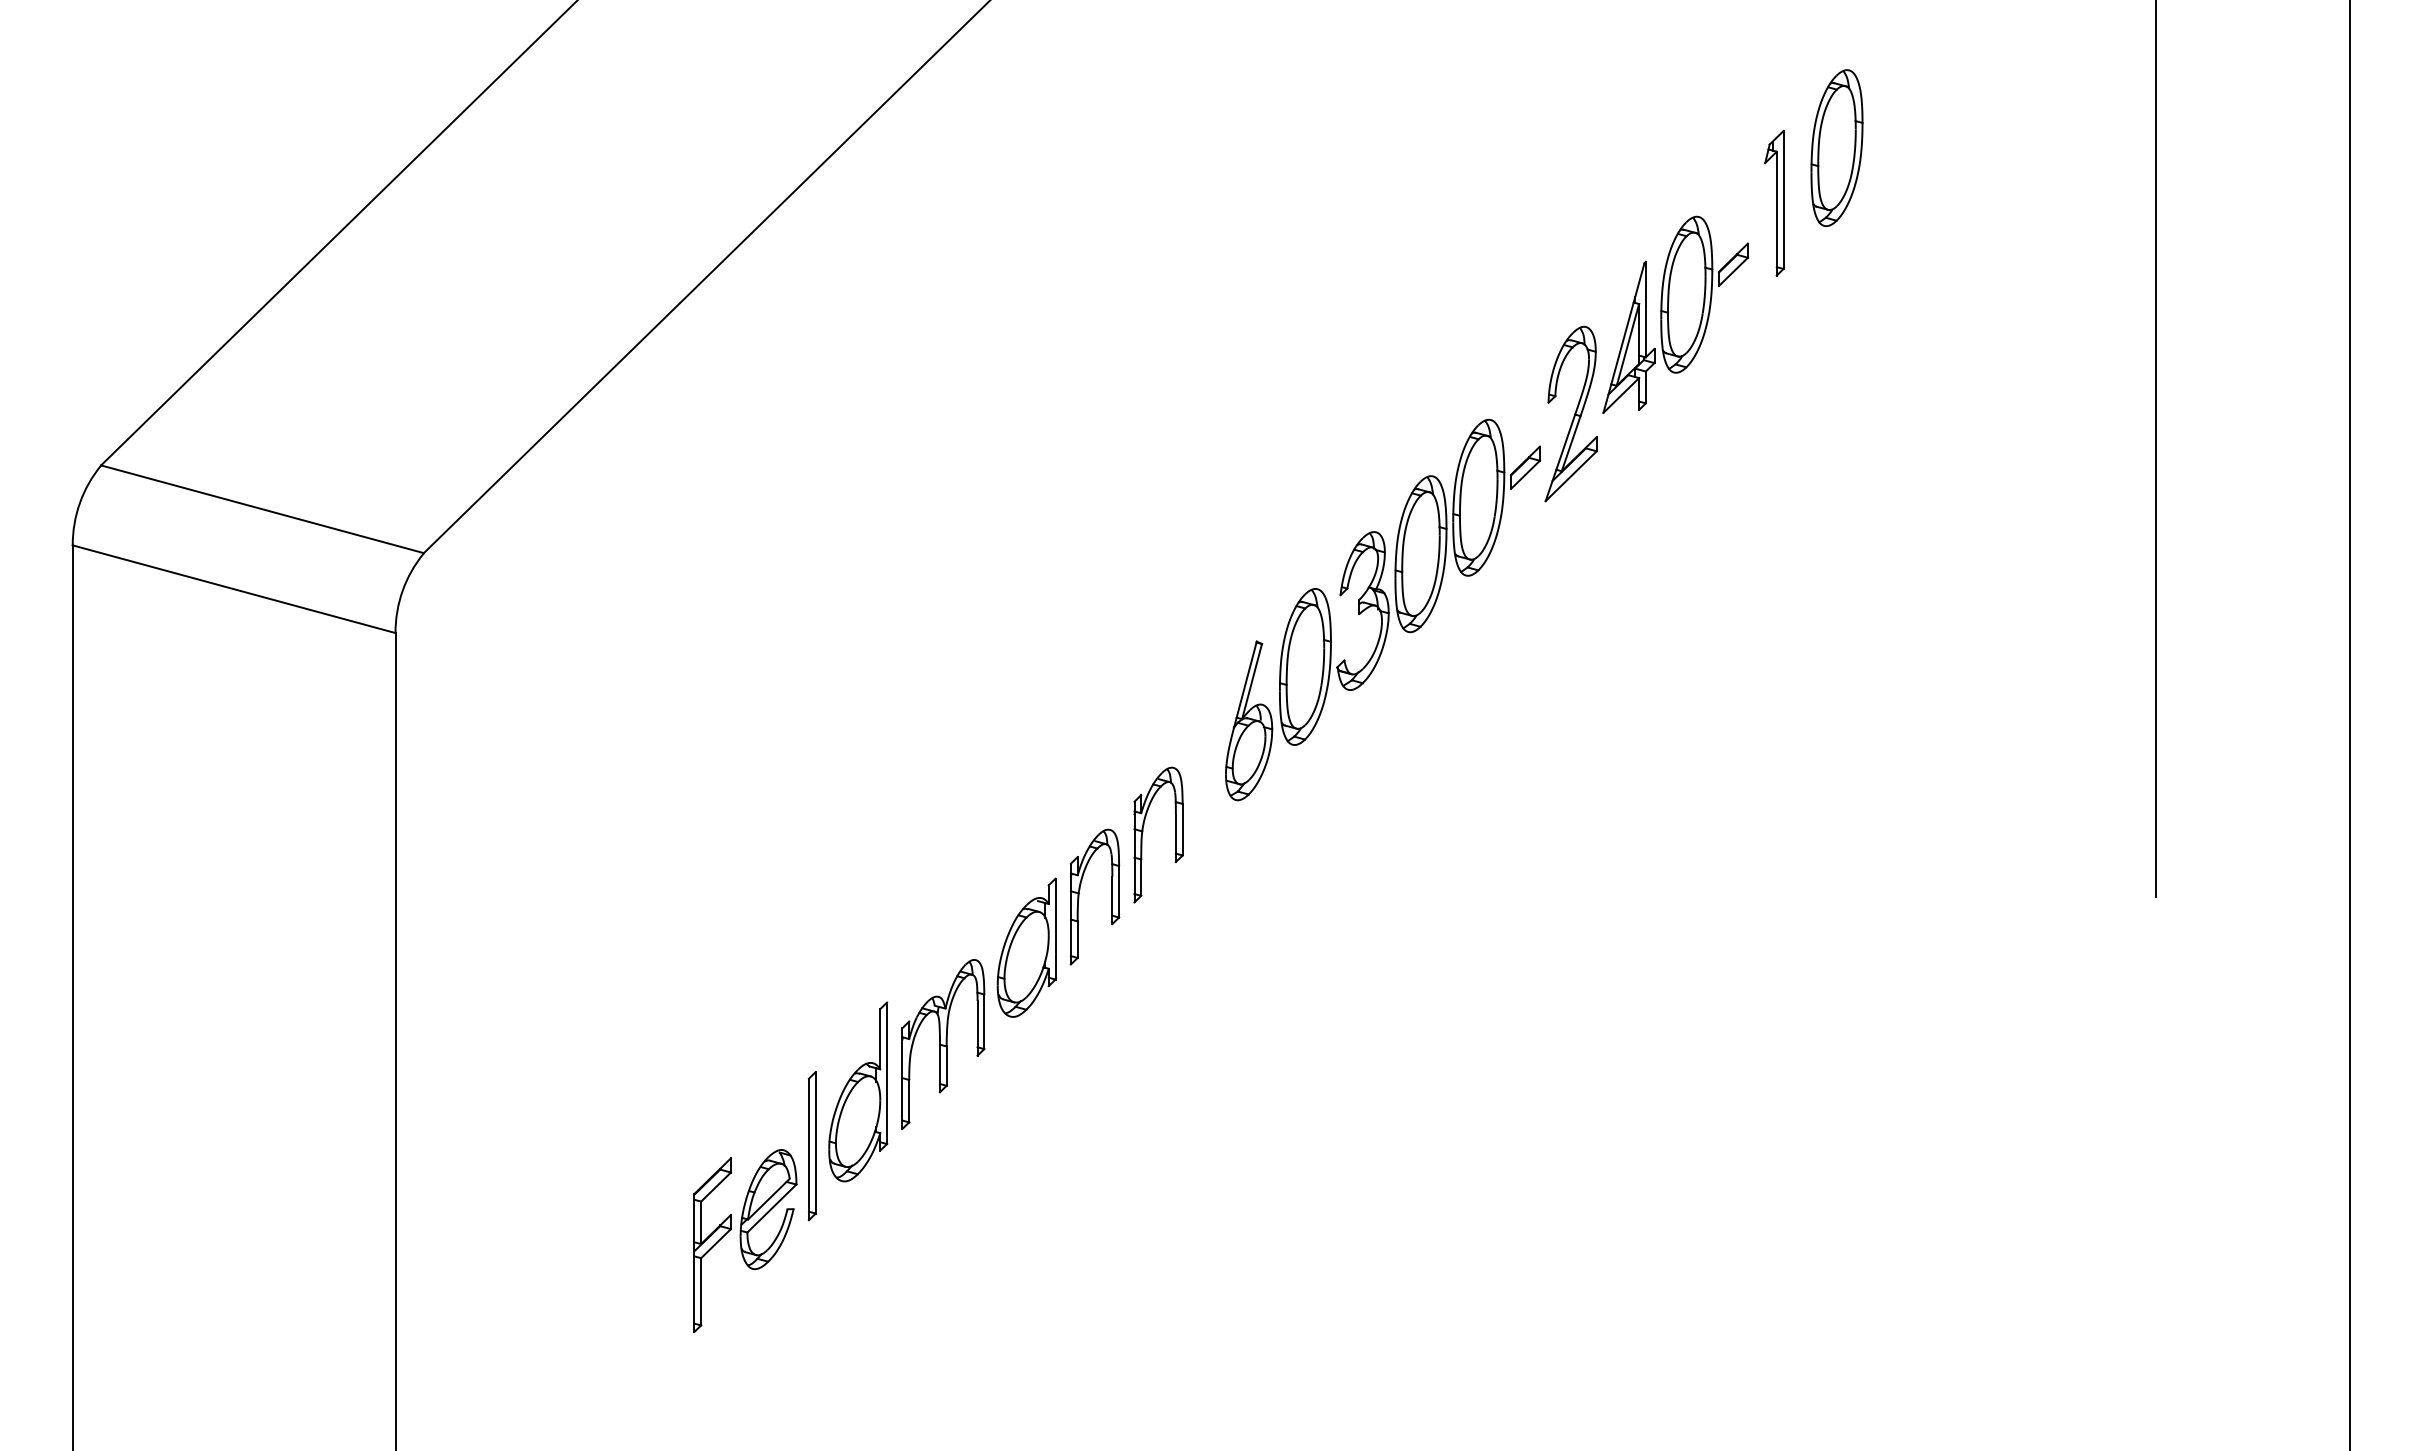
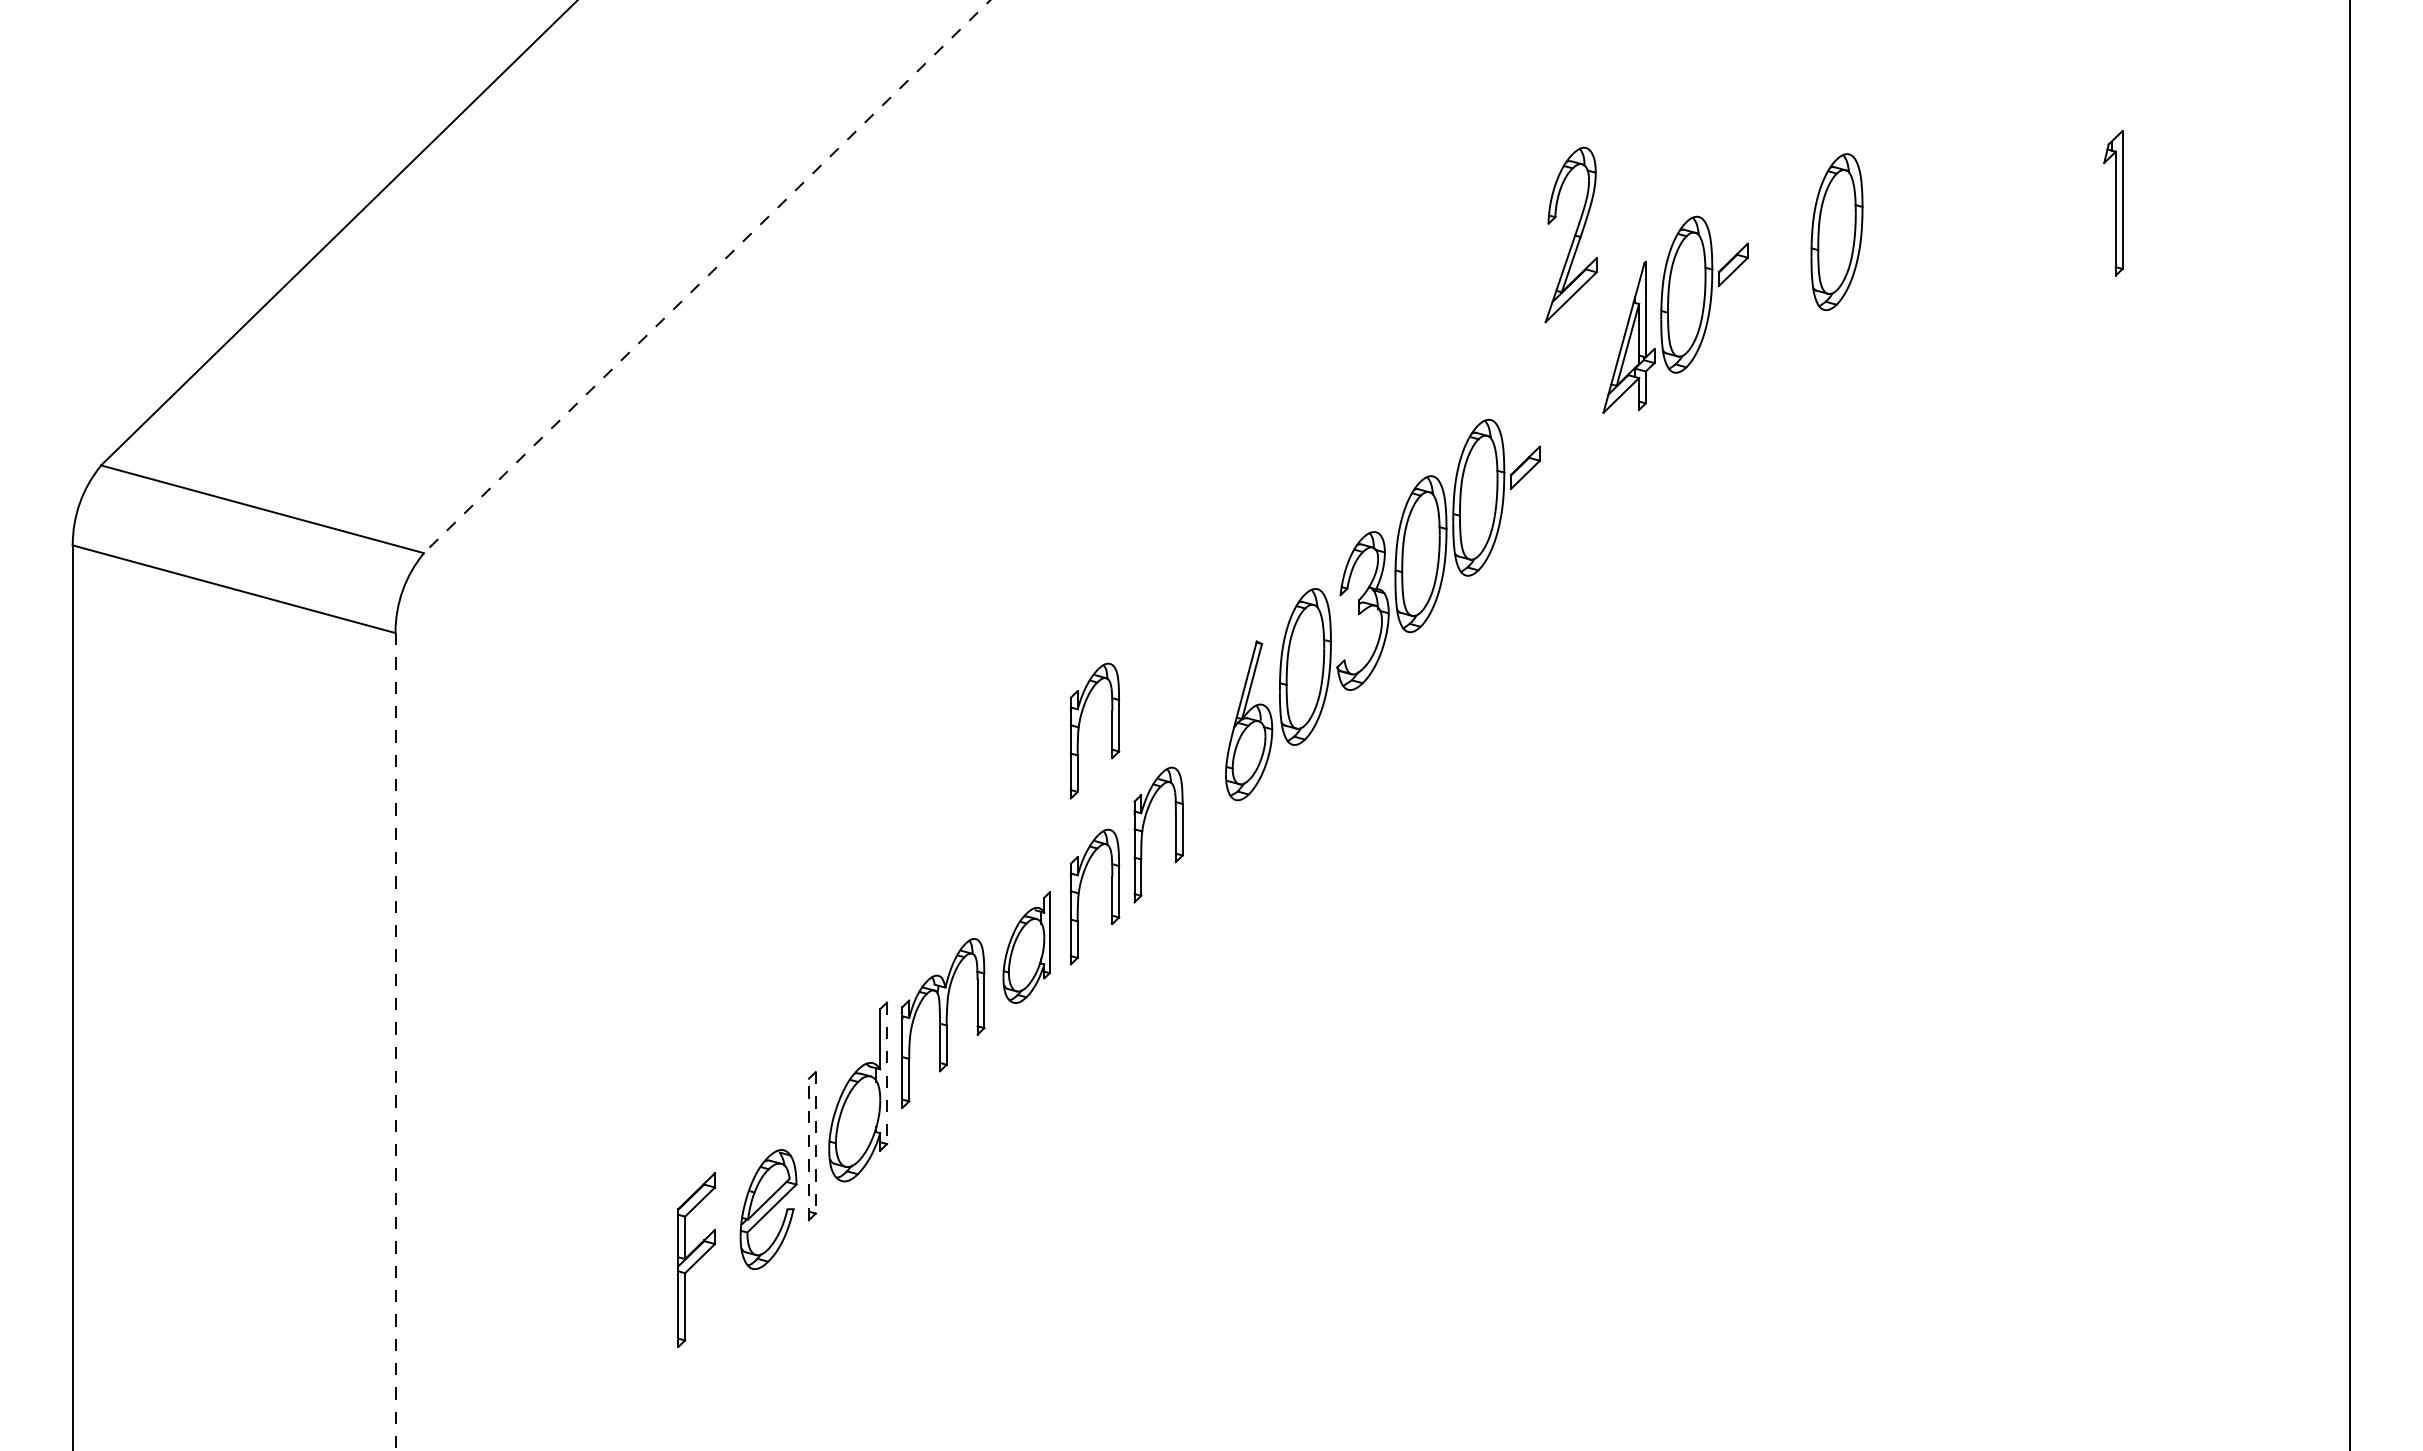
part at (1836, 147) position: (1836, 147) -> (1836, 231)
part at (1774, 202) position: (1774, 202) -> (2113, 202)
line at (707, 276): solid -> dashed
part at (1570, 413) position: (1570, 413) -> (1570, 234)
line at (2155, 449): present -> none
part at (1079, 730): none -> present
part at (1026, 947) size: 61x141 px -> 49x113 px
line at (395, 1041): solid -> dashed
part at (943, 1044) position: (943, 1044) -> (943, 1023)
line at (887, 1073): solid -> dashed
line at (815, 1142): solid -> dashed
line at (808, 1149): solid -> dashed
part at (712, 1245) position: (712, 1245) -> (696, 1260)
